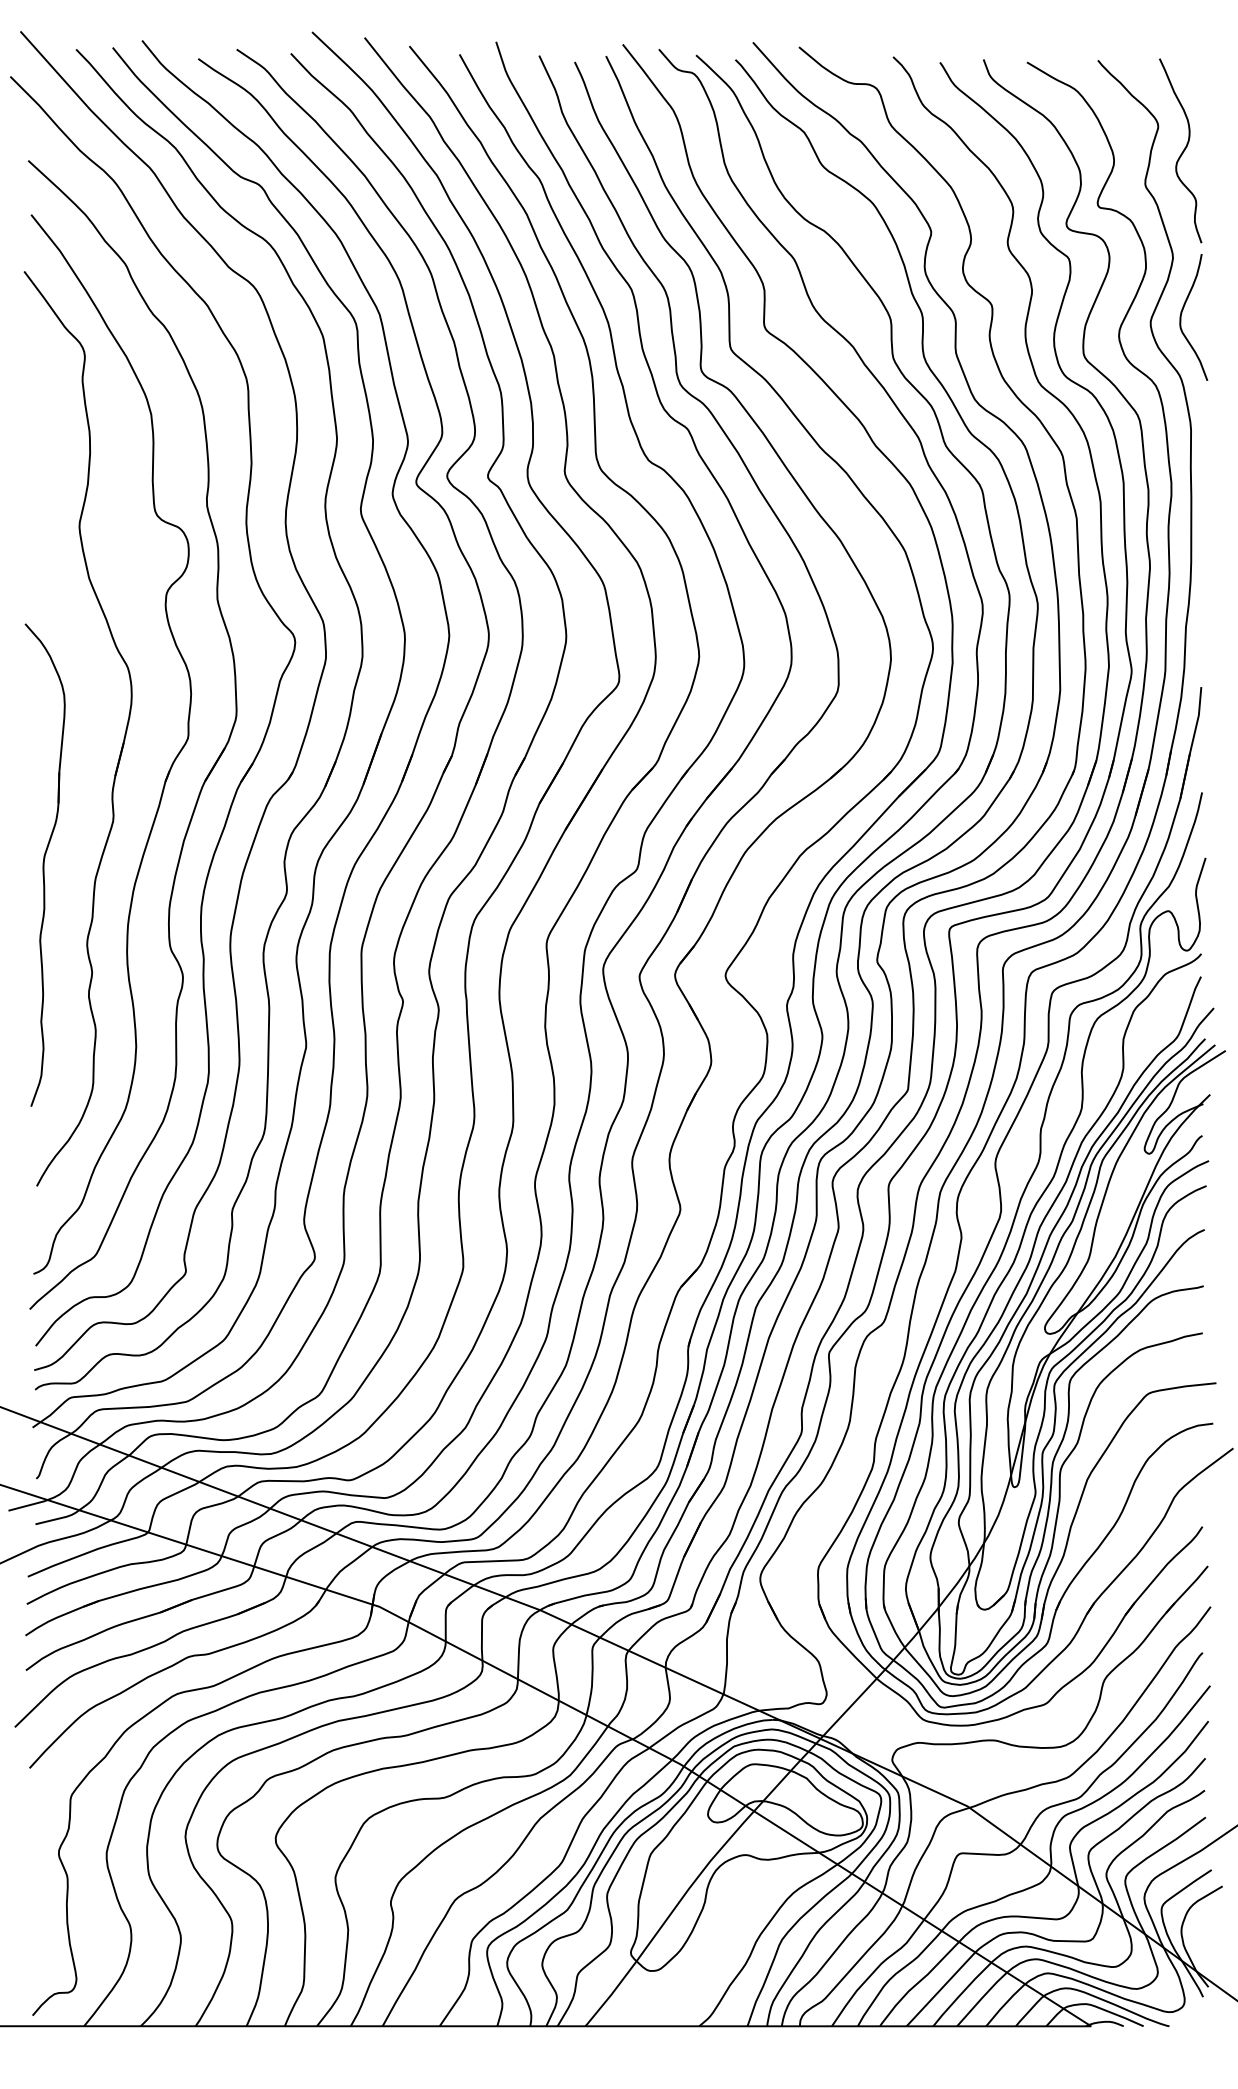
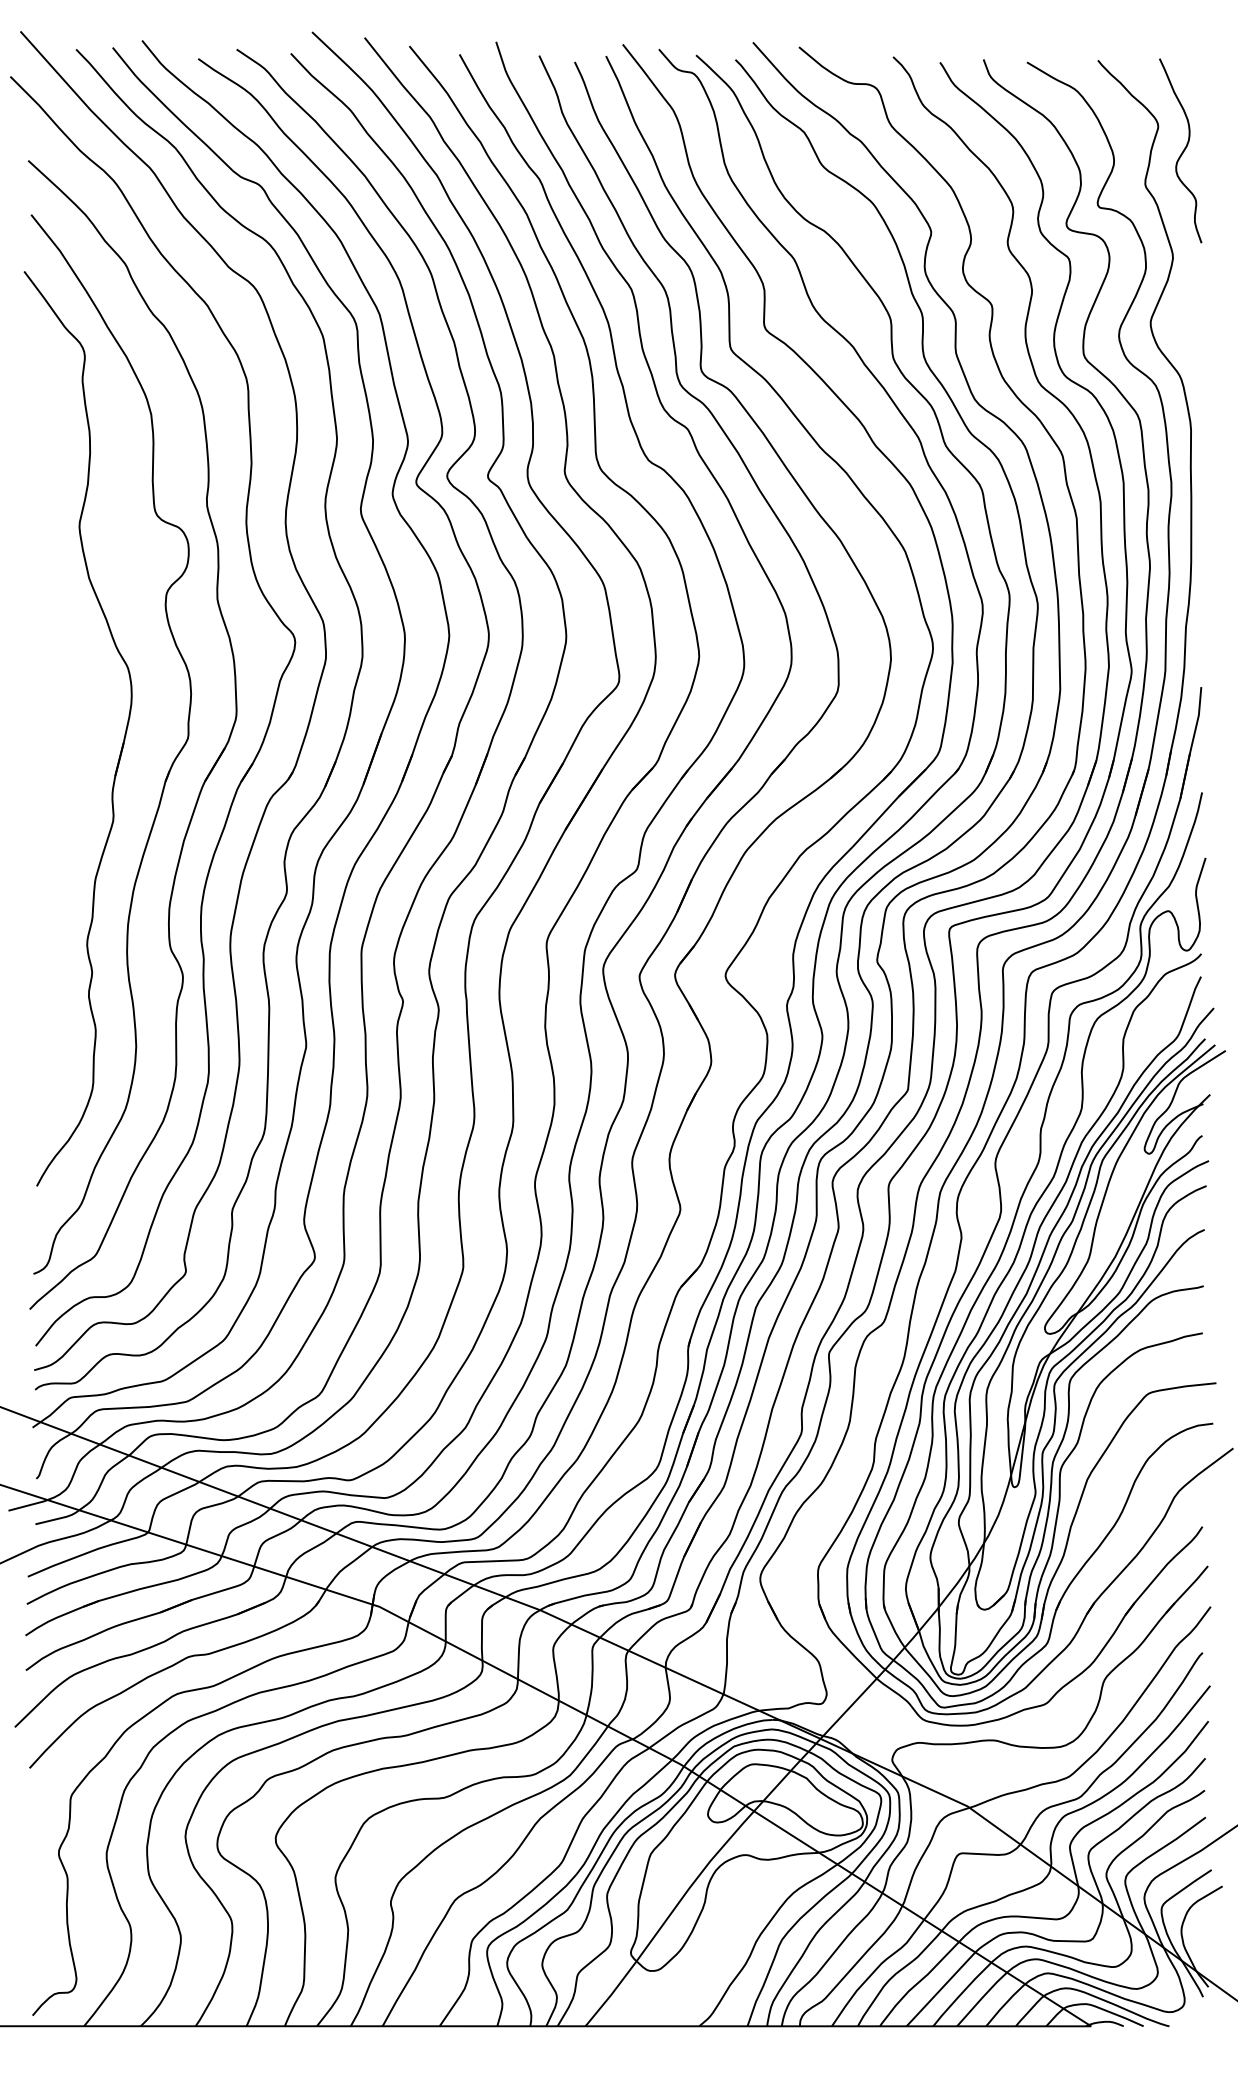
curve at (1182, 313): present -> none
part at (44, 864): present -> none
